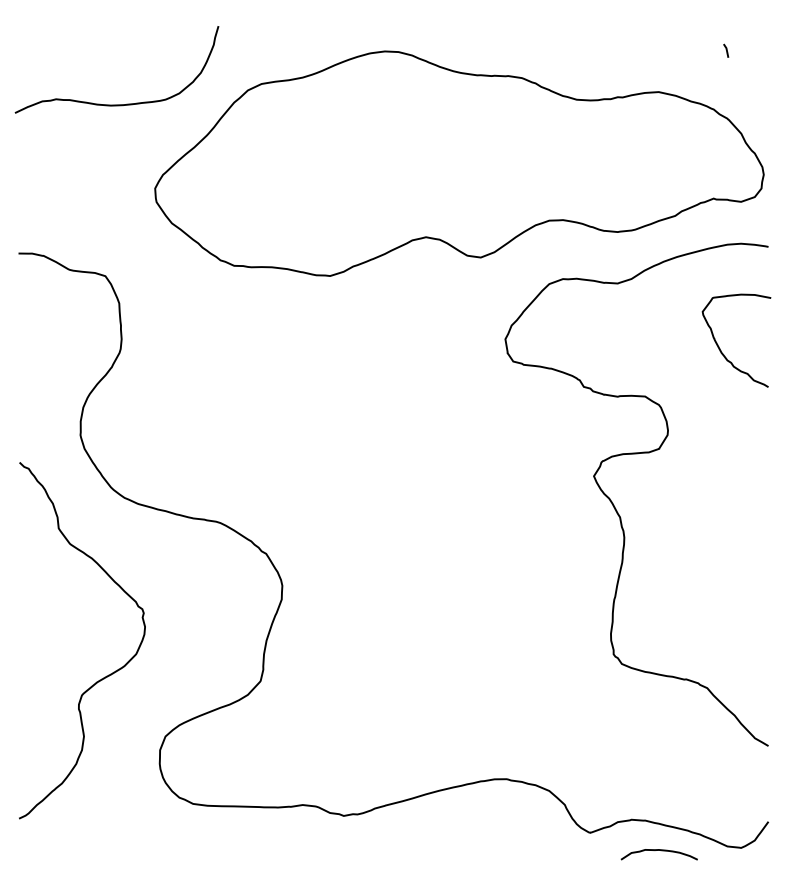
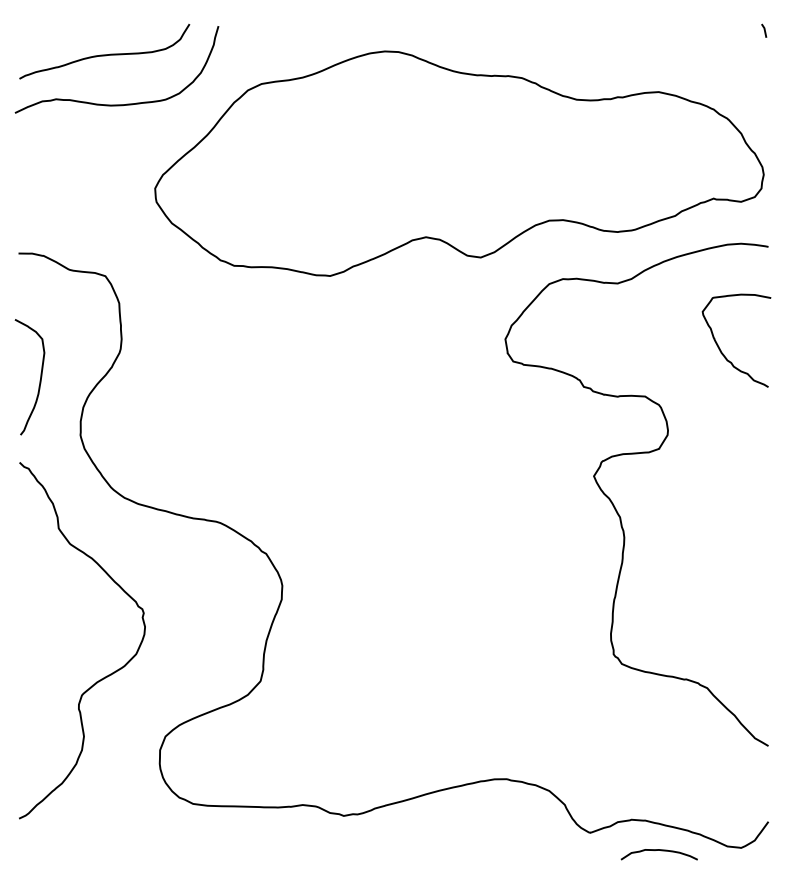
line at (726, 50) position: (726, 50) -> (764, 30)
curve at (104, 54): none -> present
curve at (39, 380): none -> present
